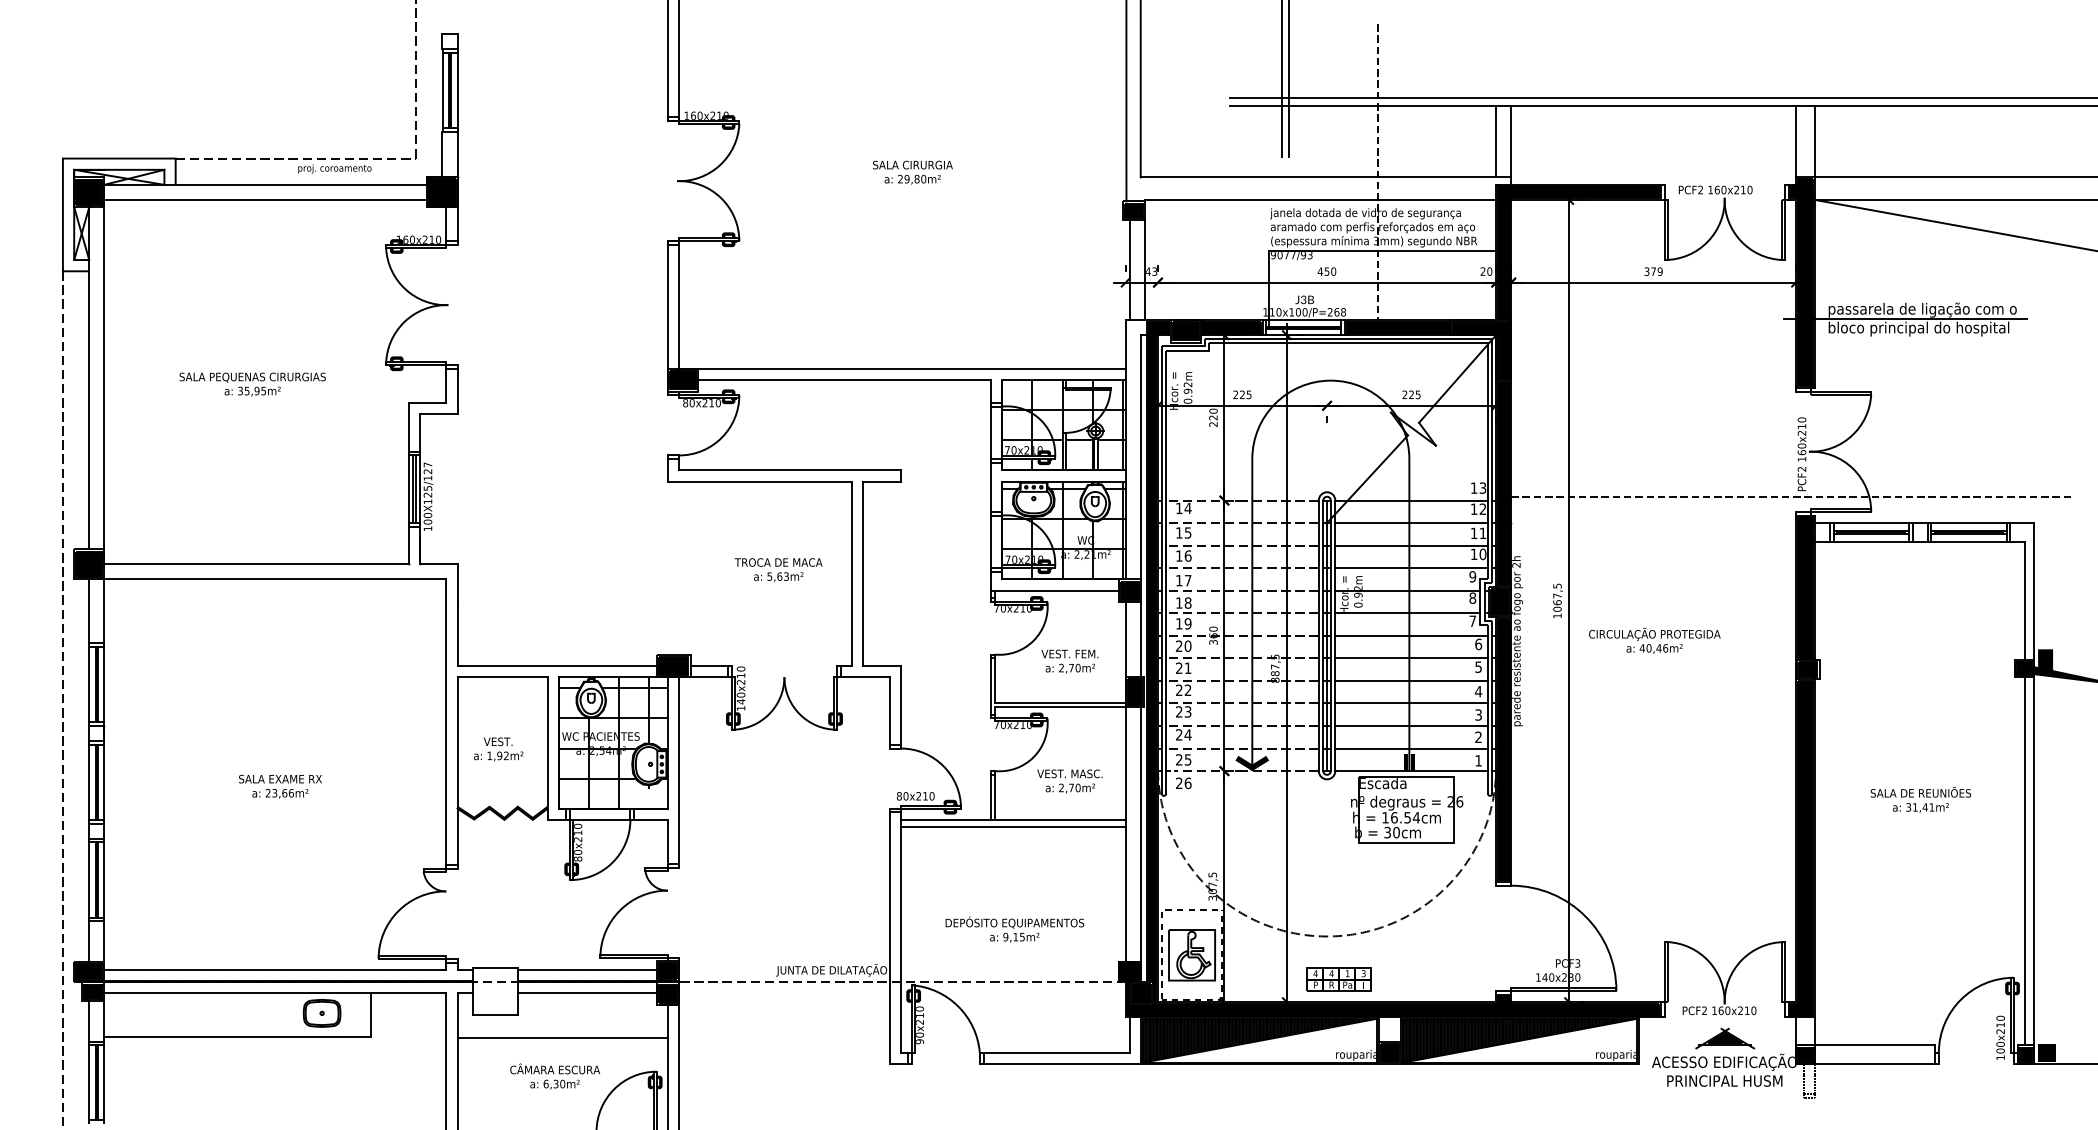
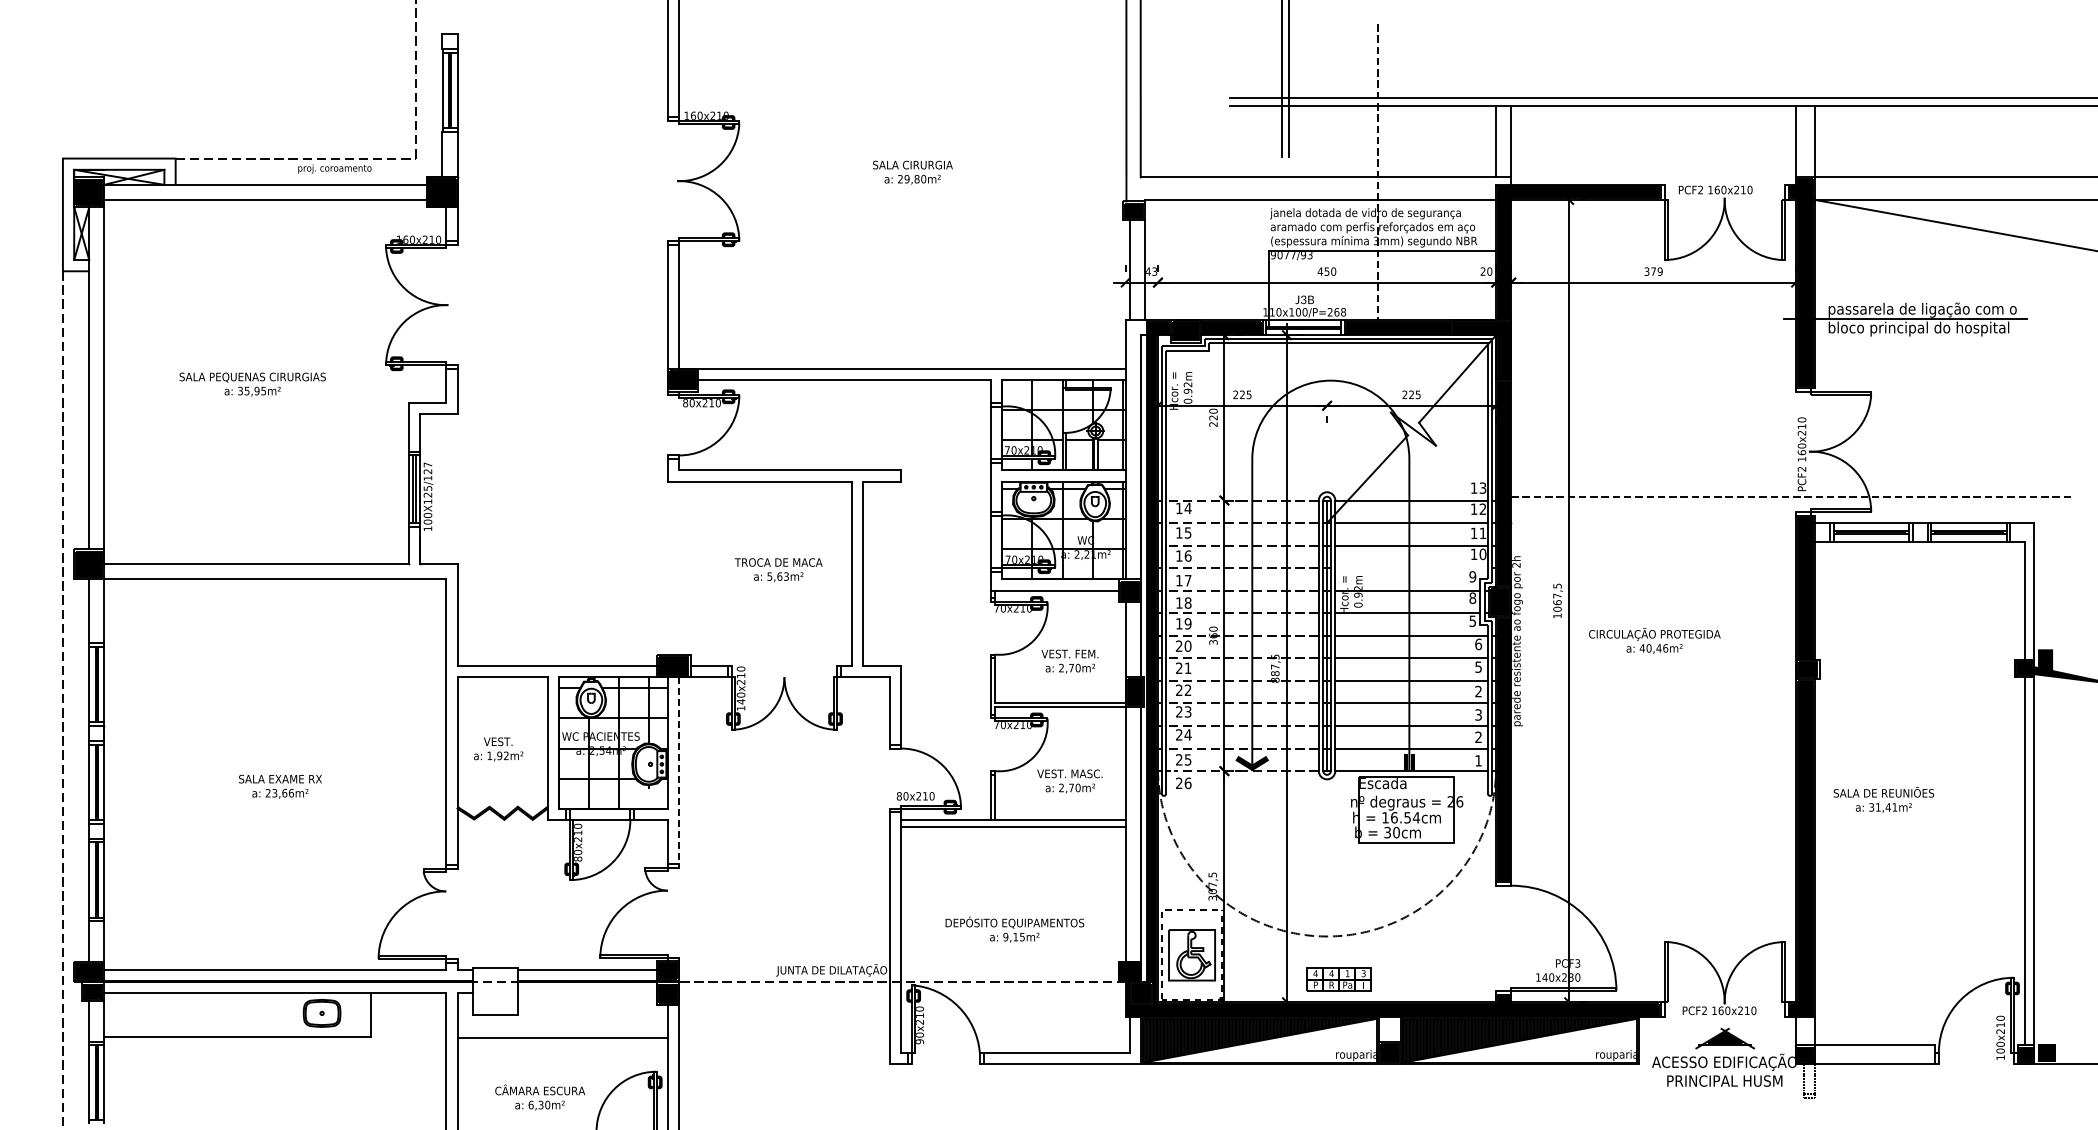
line at (1411, 568): present -> none
text at (1472, 621): 7 -> 5
text at (1478, 691): 4 -> 2
line at (679, 770): solid -> dashed
text at (1920, 799) position: (1920, 799) -> (1883, 799)
line at (586, 992): present -> none
text at (554, 1076) position: (554, 1076) -> (539, 1097)
